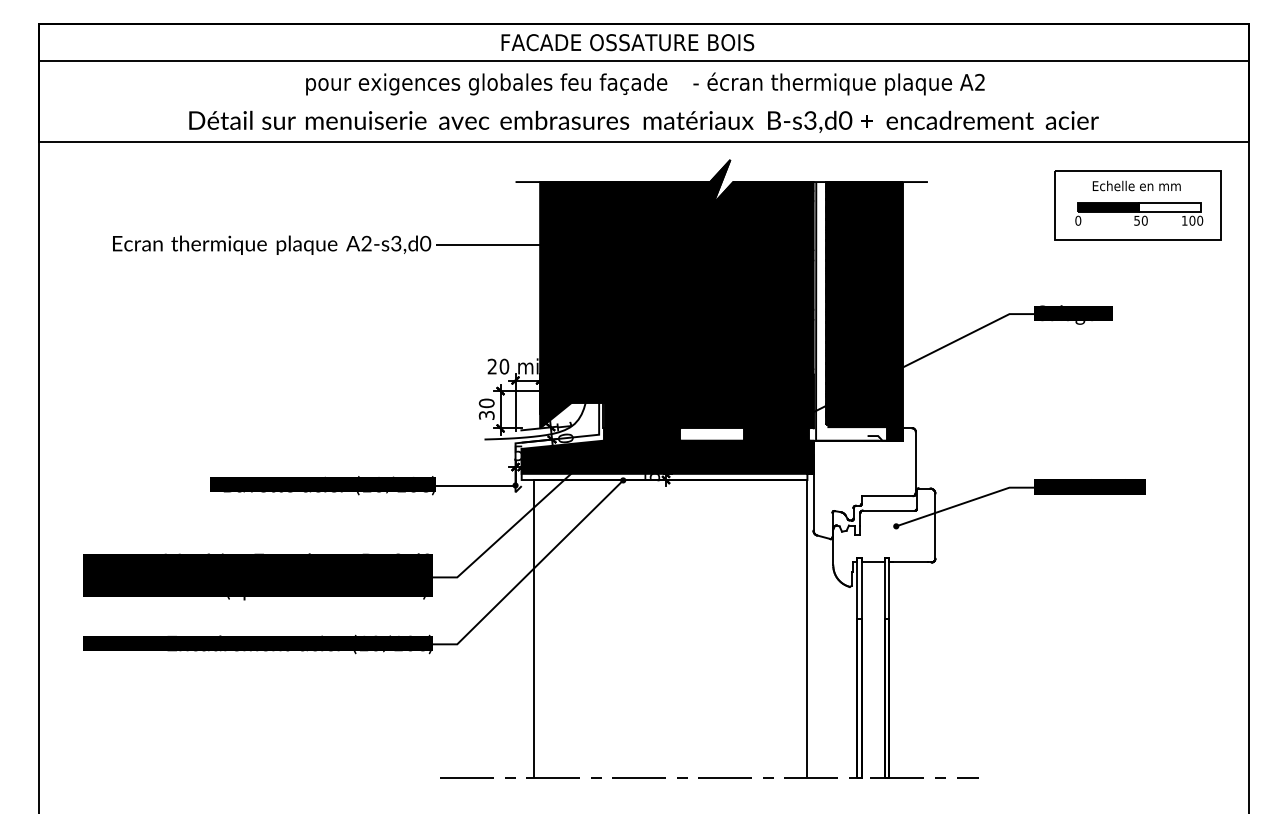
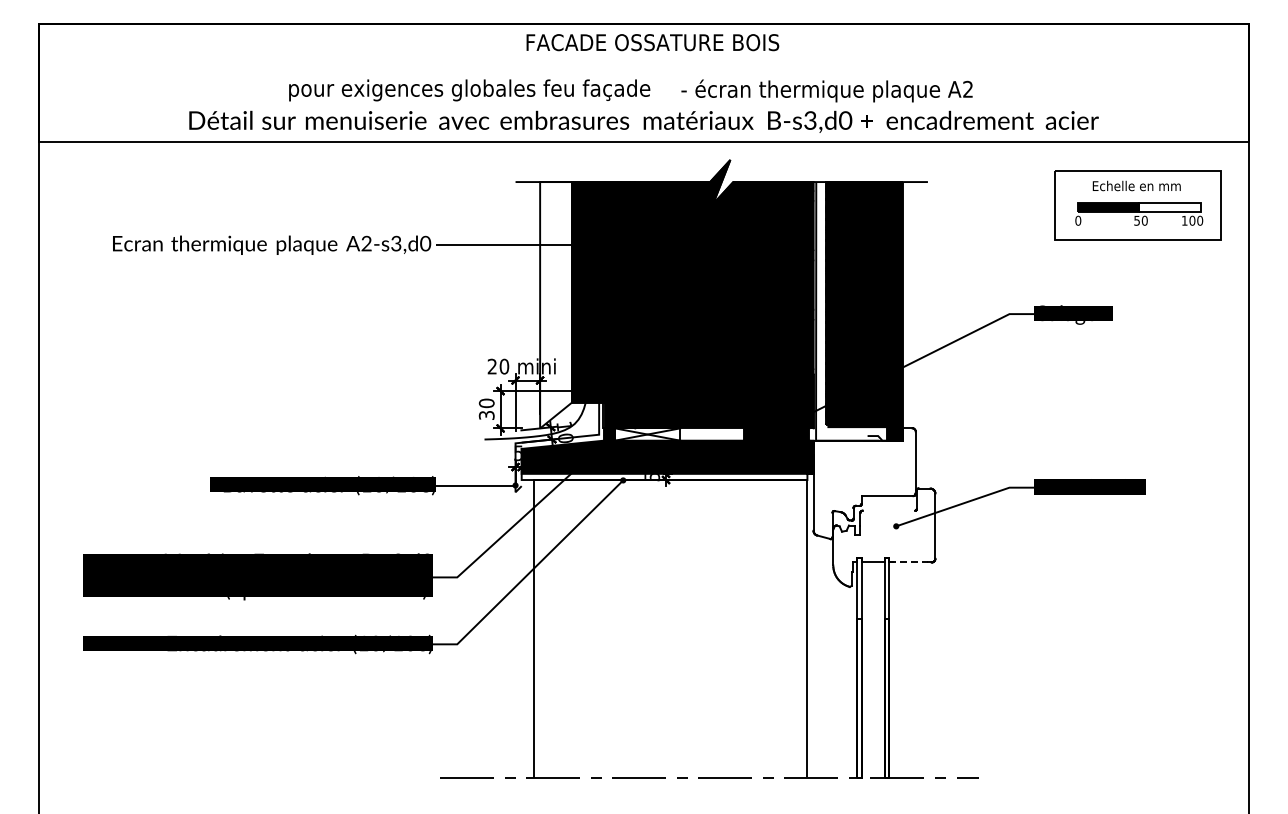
text at (627, 42) position: (627, 42) -> (652, 42)
line at (643, 61): present -> none
text at (838, 83) position: (838, 83) -> (826, 90)
text at (486, 84) position: (486, 84) -> (469, 90)
fill at (556, 305): present -> none
fill at (647, 434): present -> none
line at (888, 510): present -> none
line at (909, 562): solid -> dashed
